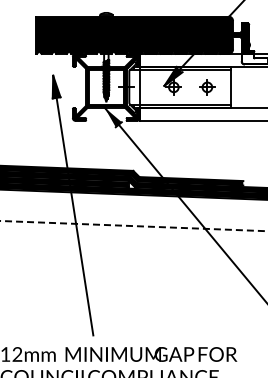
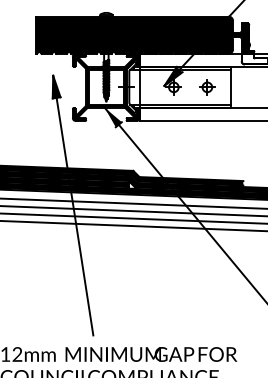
line at (133, 203): none -> present
line at (133, 211): none -> present
line at (133, 218): none -> present
line at (133, 226): dashed -> solid
